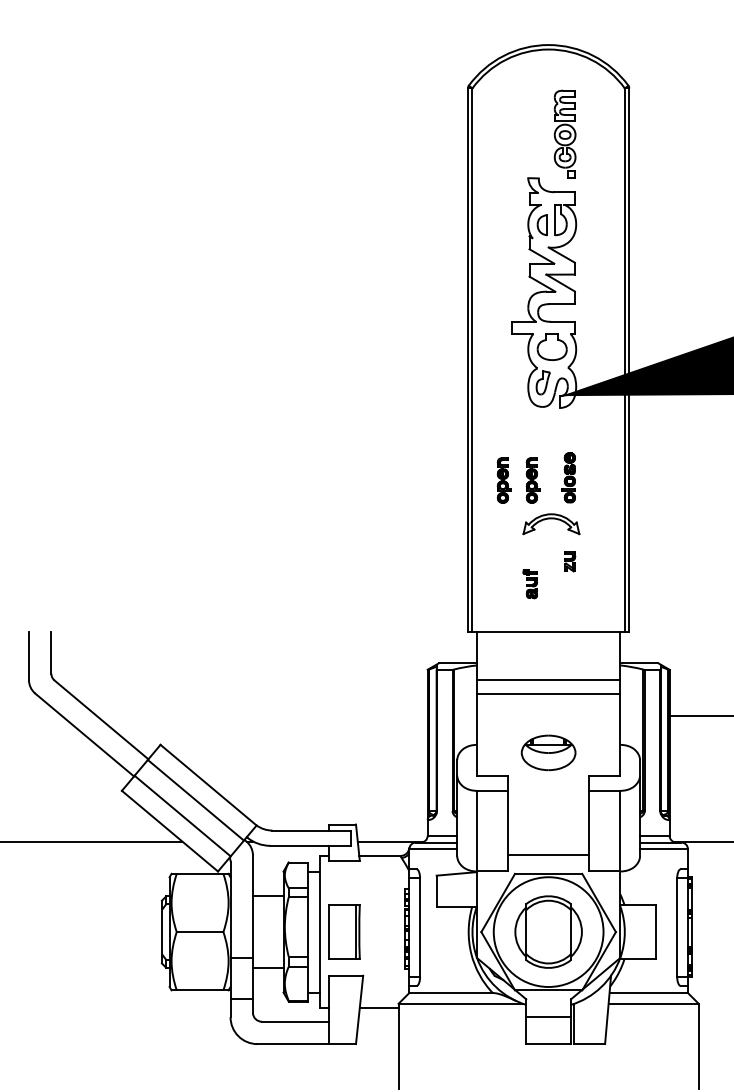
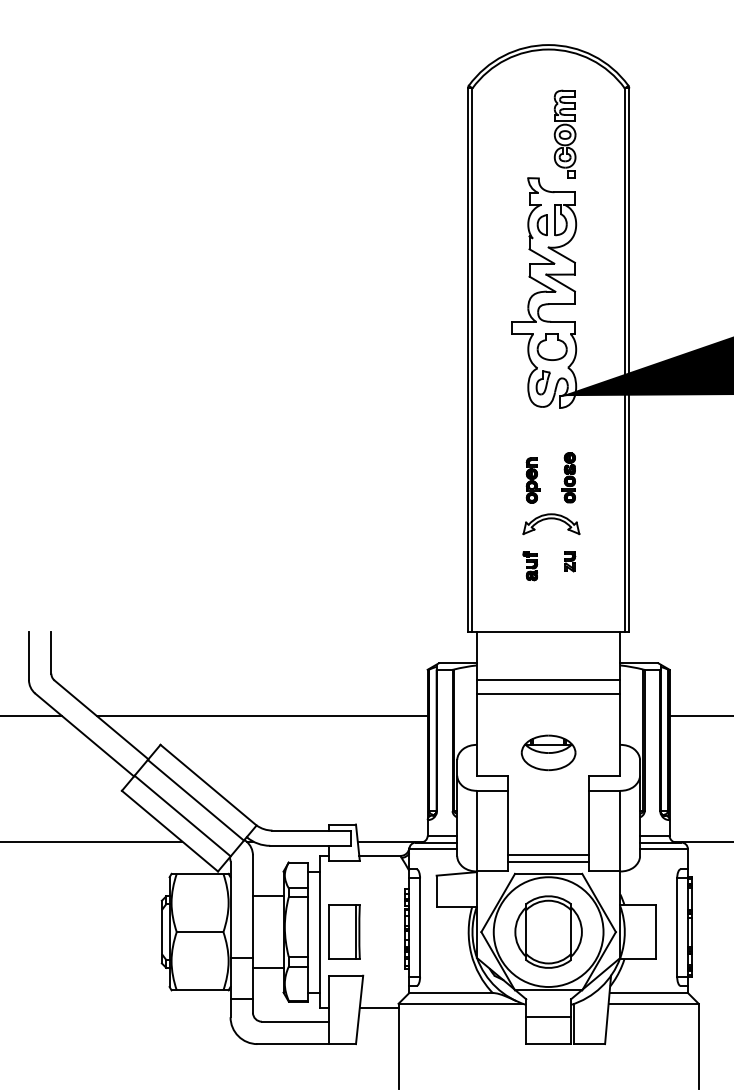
part at (503, 480): present -> none
part at (530, 584) position: (530, 584) -> (530, 566)
line at (32, 716): none -> present
line at (262, 716): none -> present
line at (548, 861): none -> present
